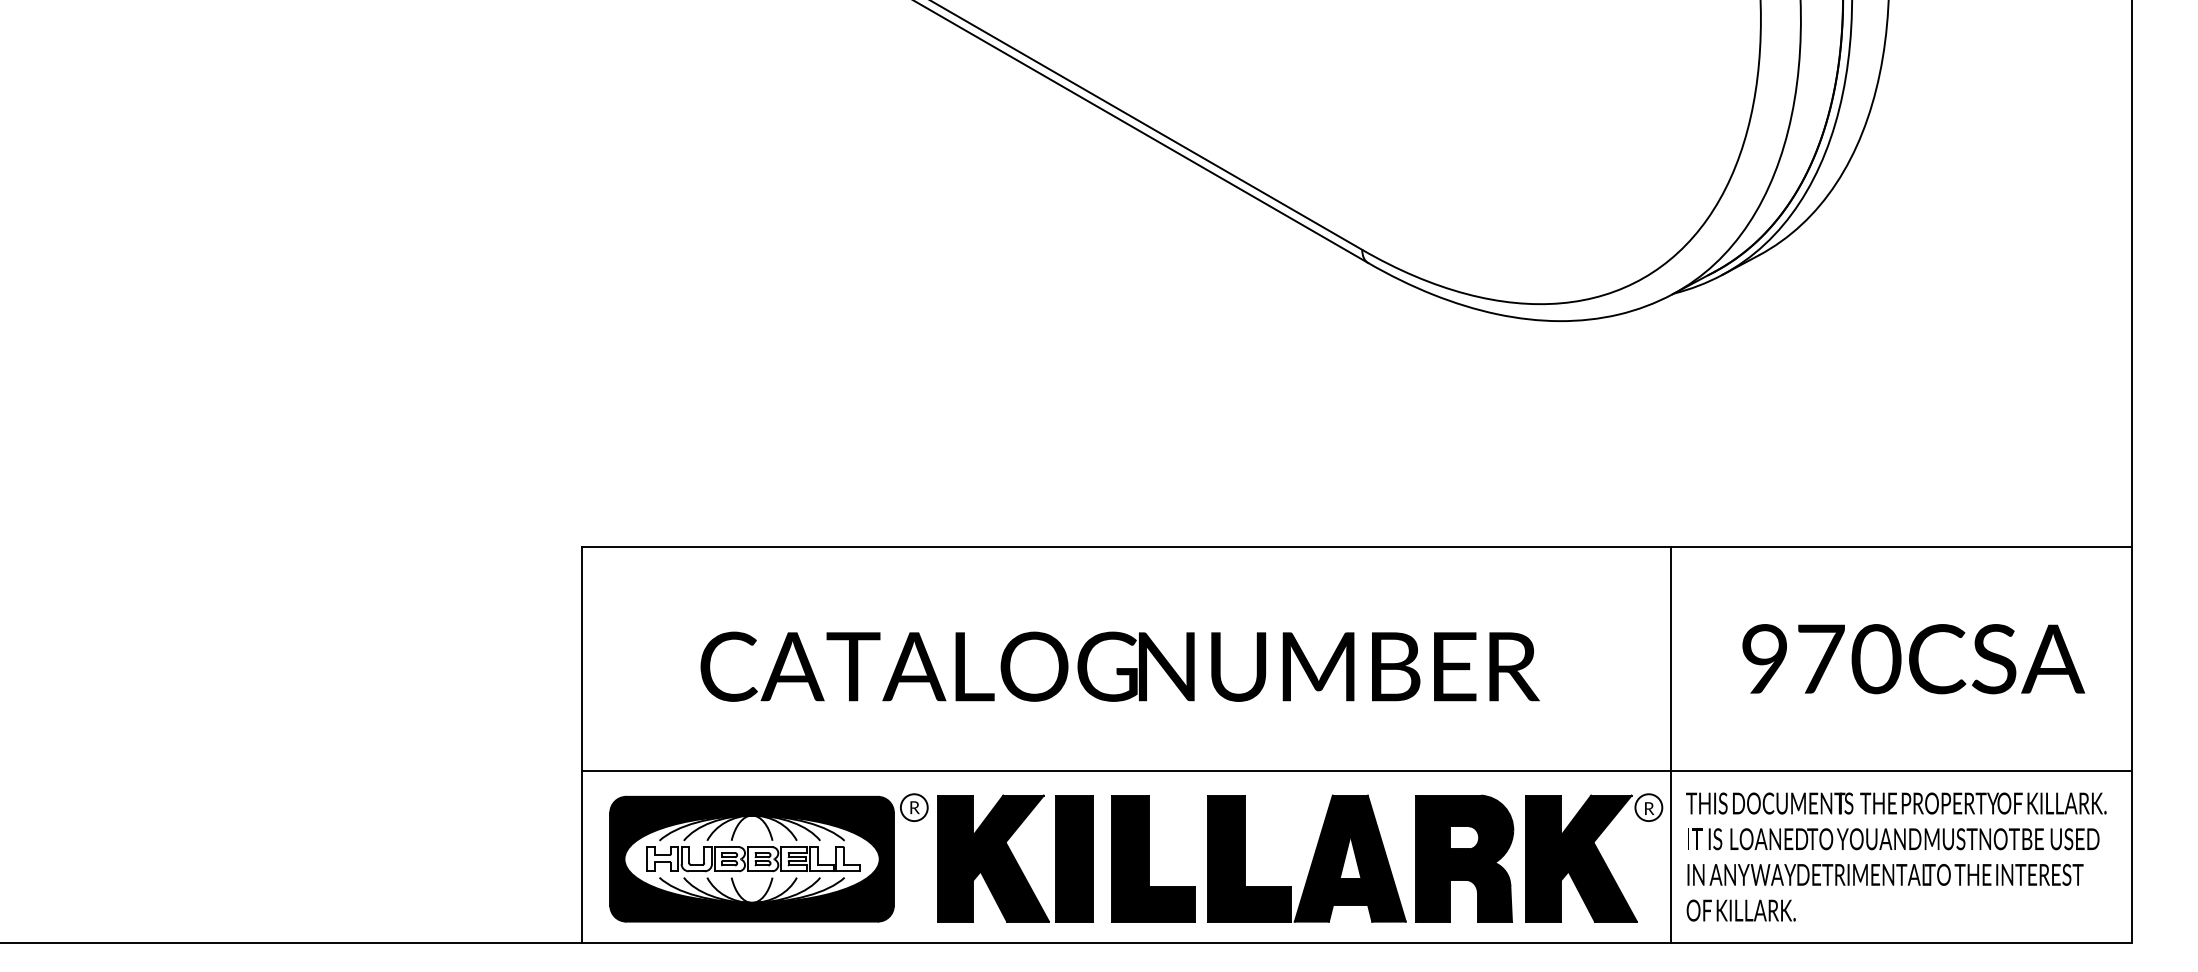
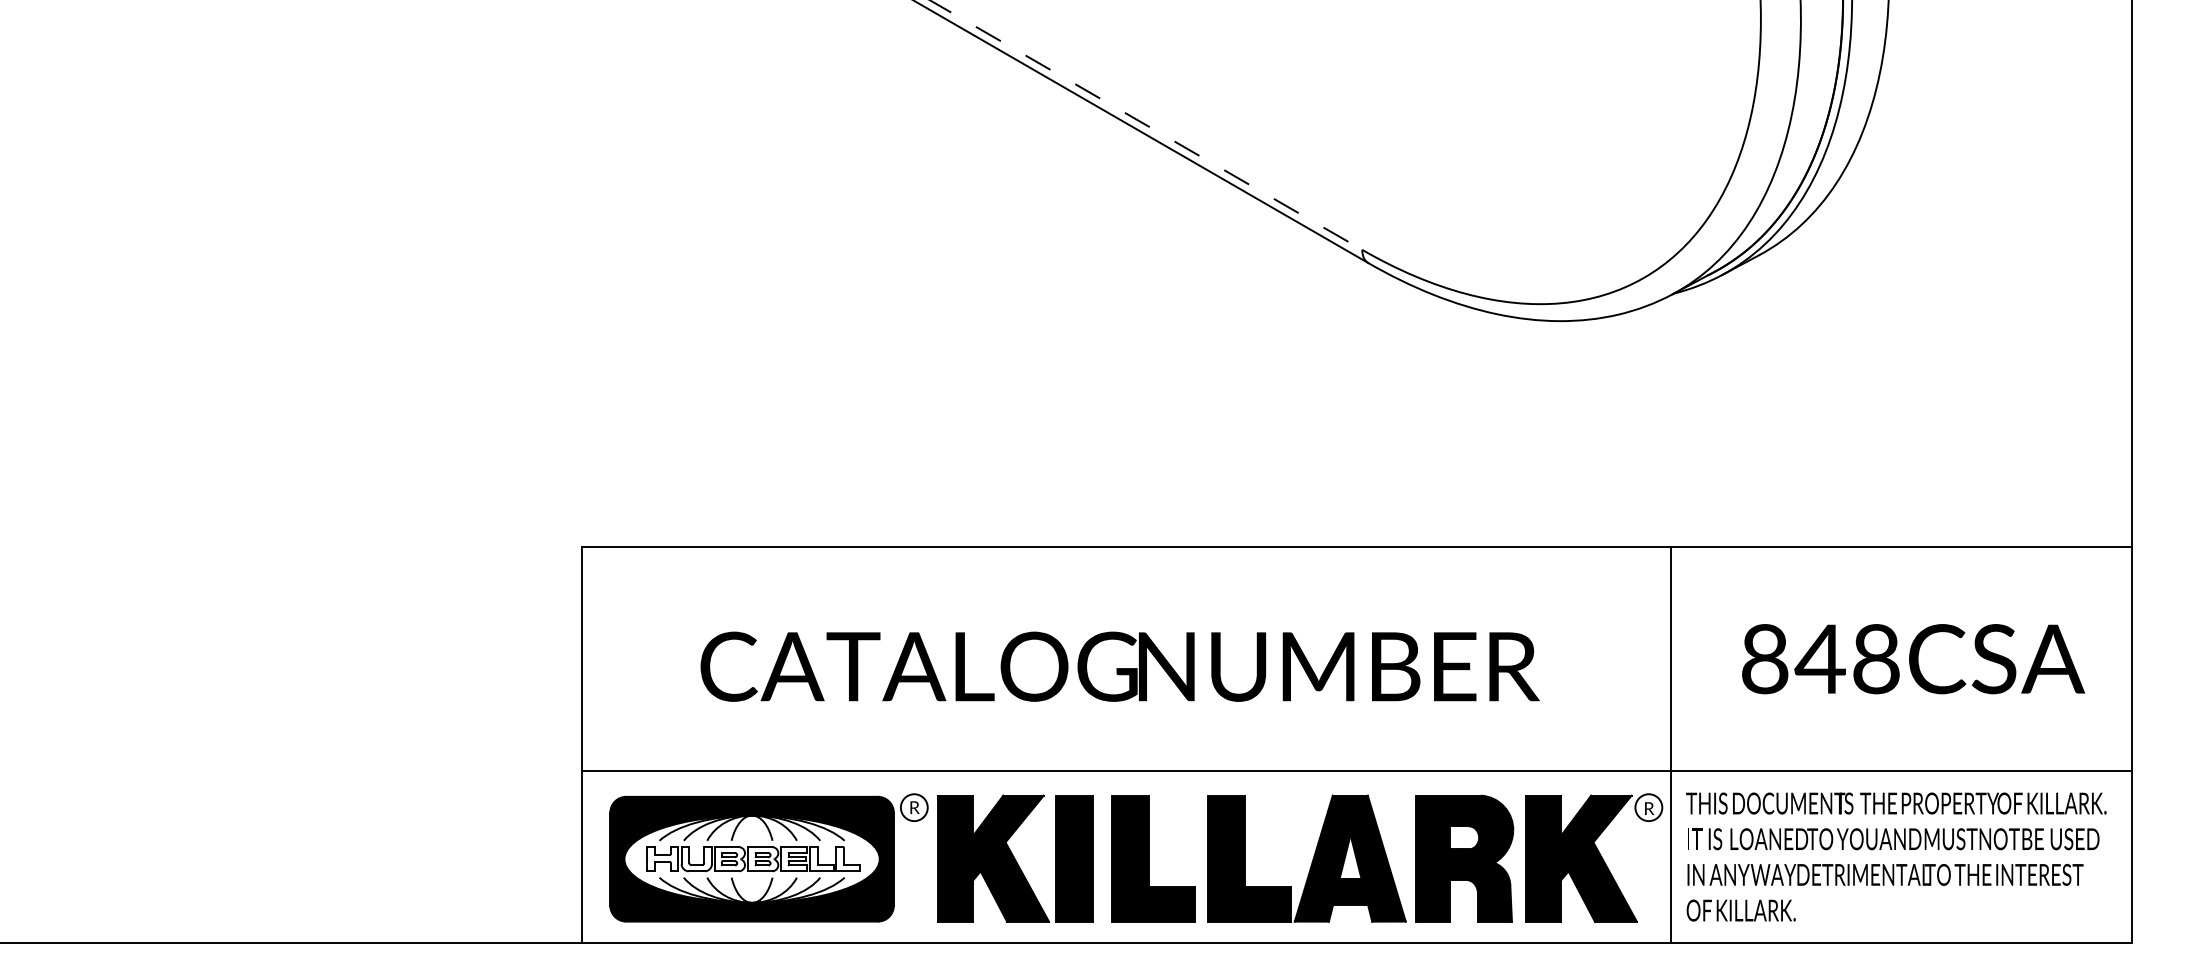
line at (1146, 125): solid -> dashed
text at (1821, 659): 970CSA -> 848CSA
